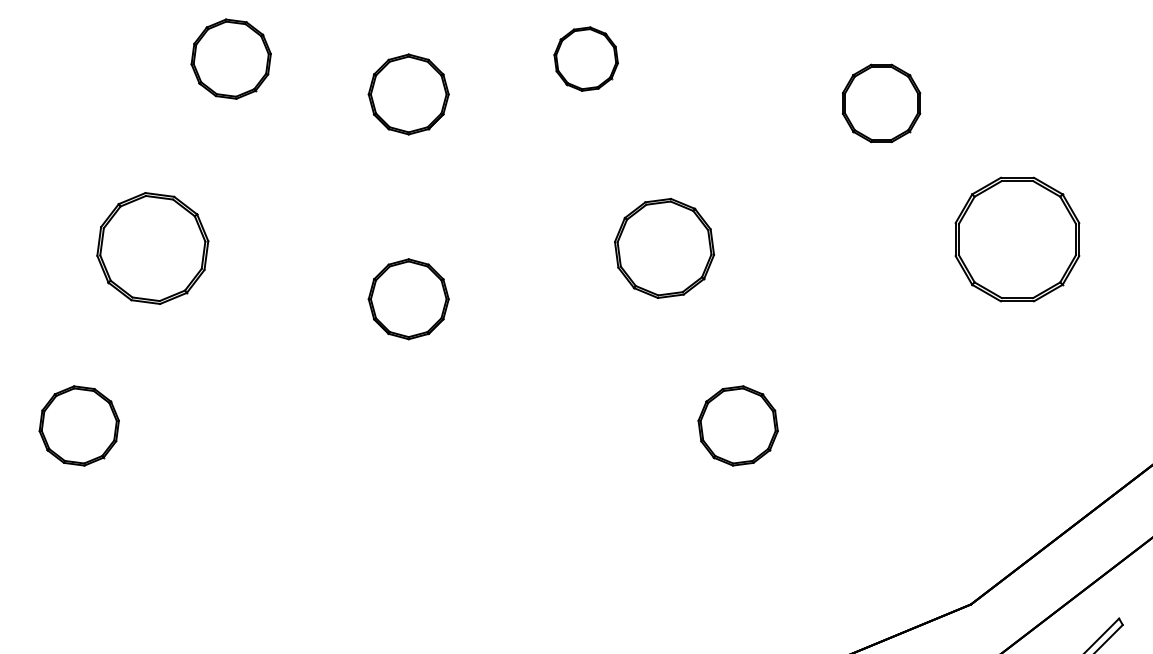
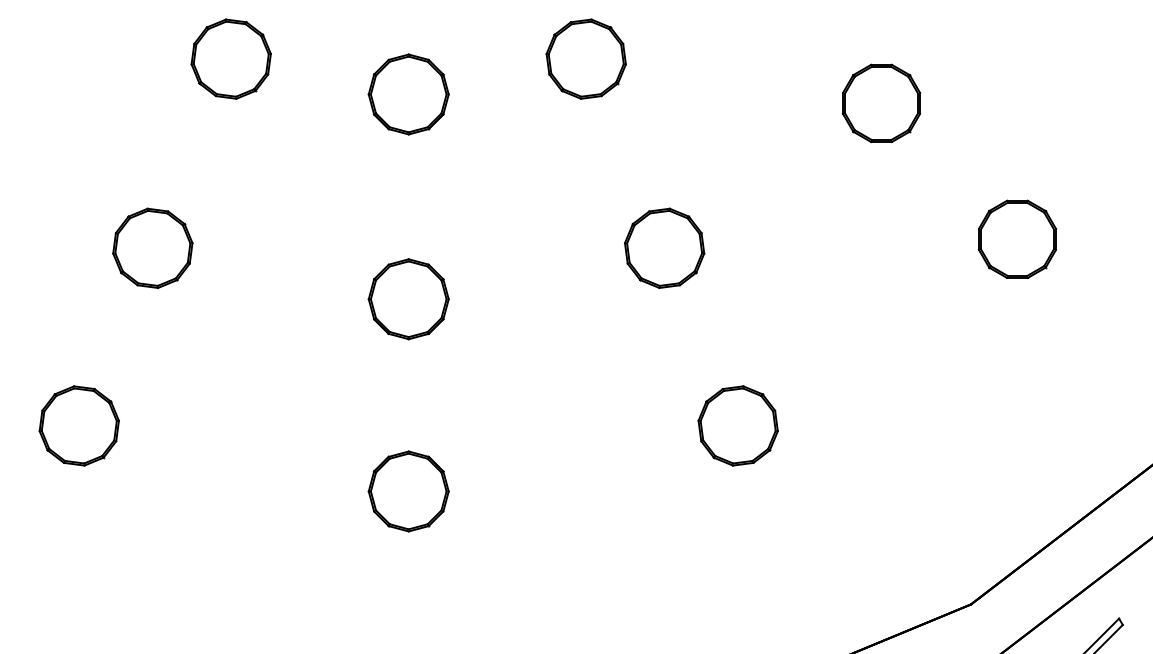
part at (585, 58) size: 66x66 px -> 82x82 px
part at (1017, 239) size: 127x127 px -> 81x80 px
part at (664, 247) size: 102x102 px -> 82x82 px
part at (152, 248) size: 114x113 px -> 82x82 px
part at (408, 491): none -> present
